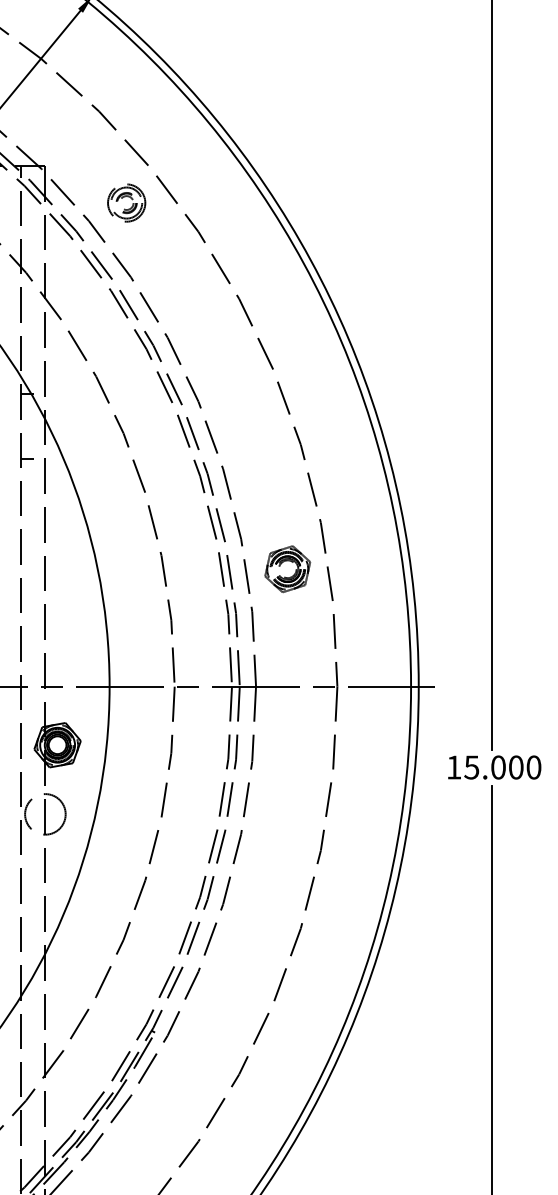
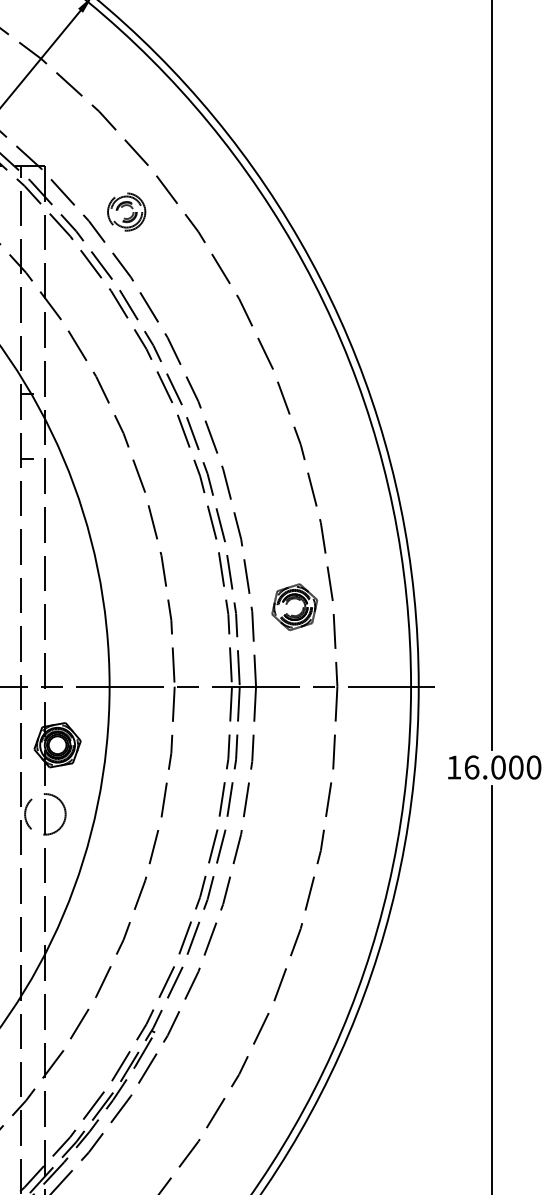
part at (126, 202) position: (126, 202) -> (126, 211)
part at (287, 569) position: (287, 569) -> (294, 607)
text at (471, 767): 15.000 -> 16.000
